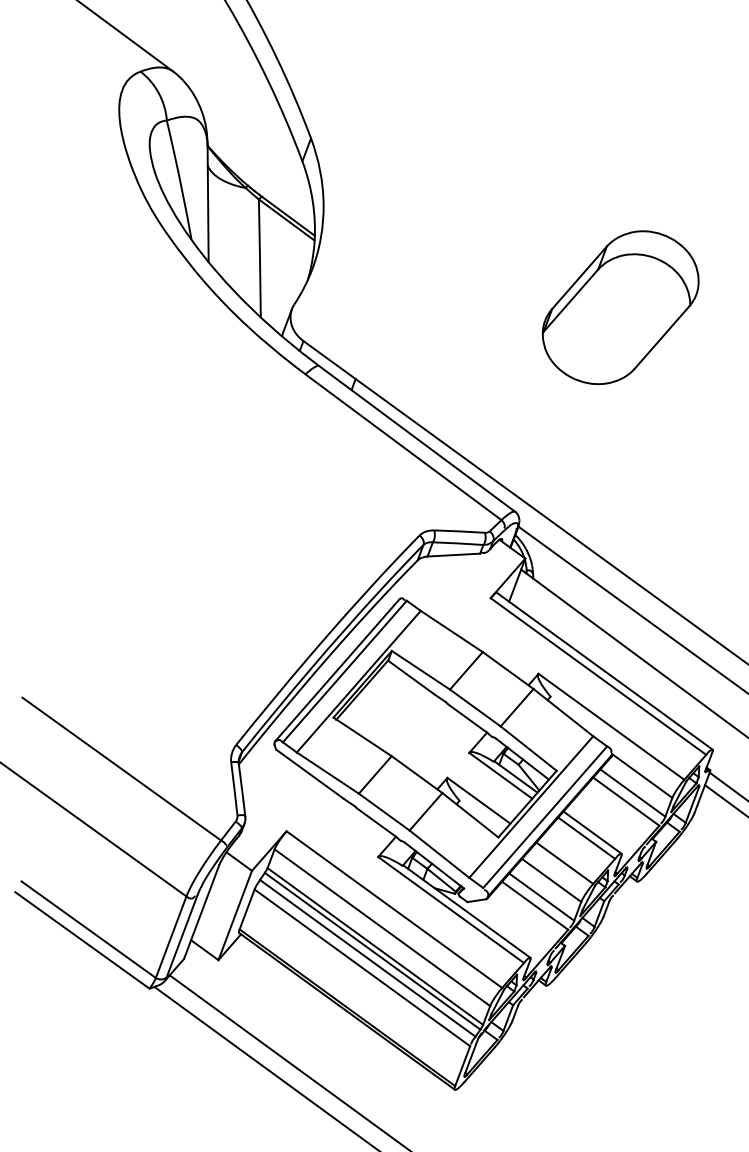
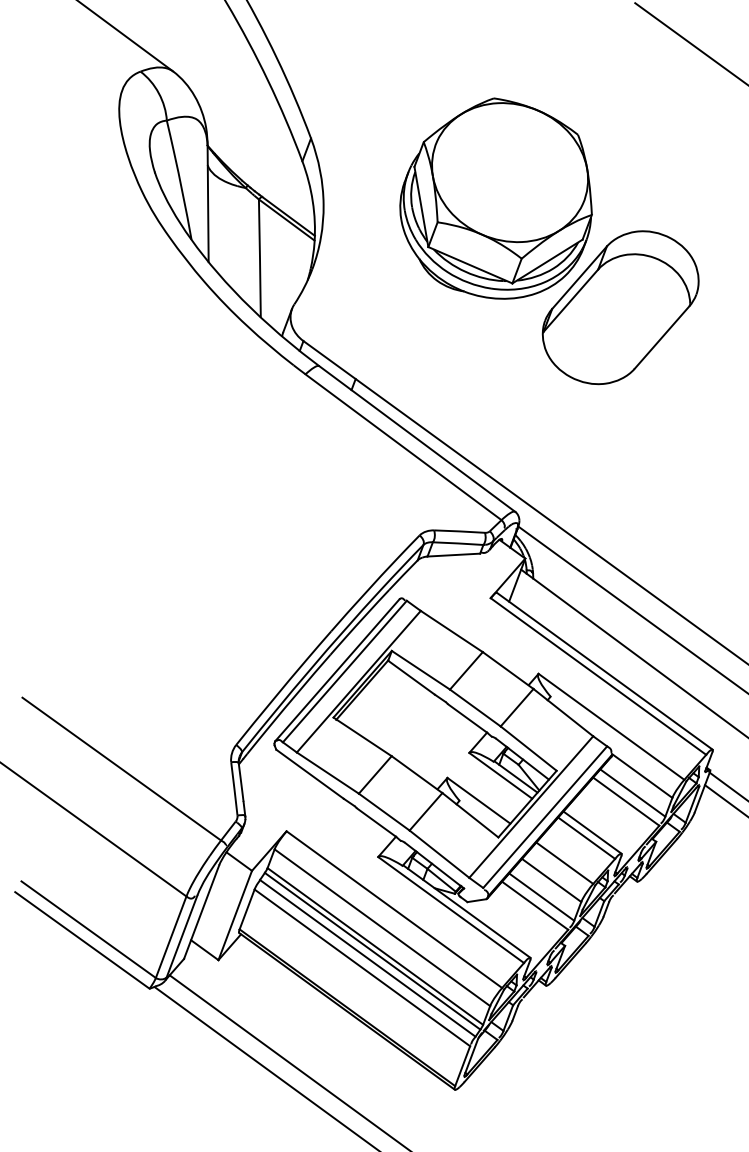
line at (690, 43): none -> present
part at (495, 198): none -> present
